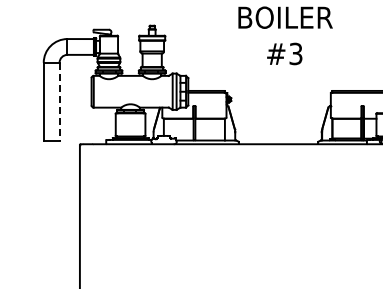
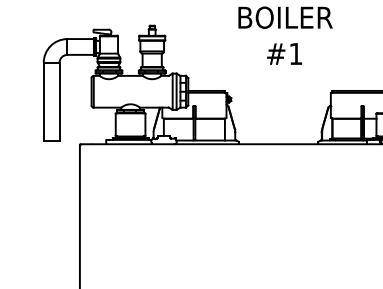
text at (295, 53): #3 -> #1
line at (59, 102): dashed -> solid
